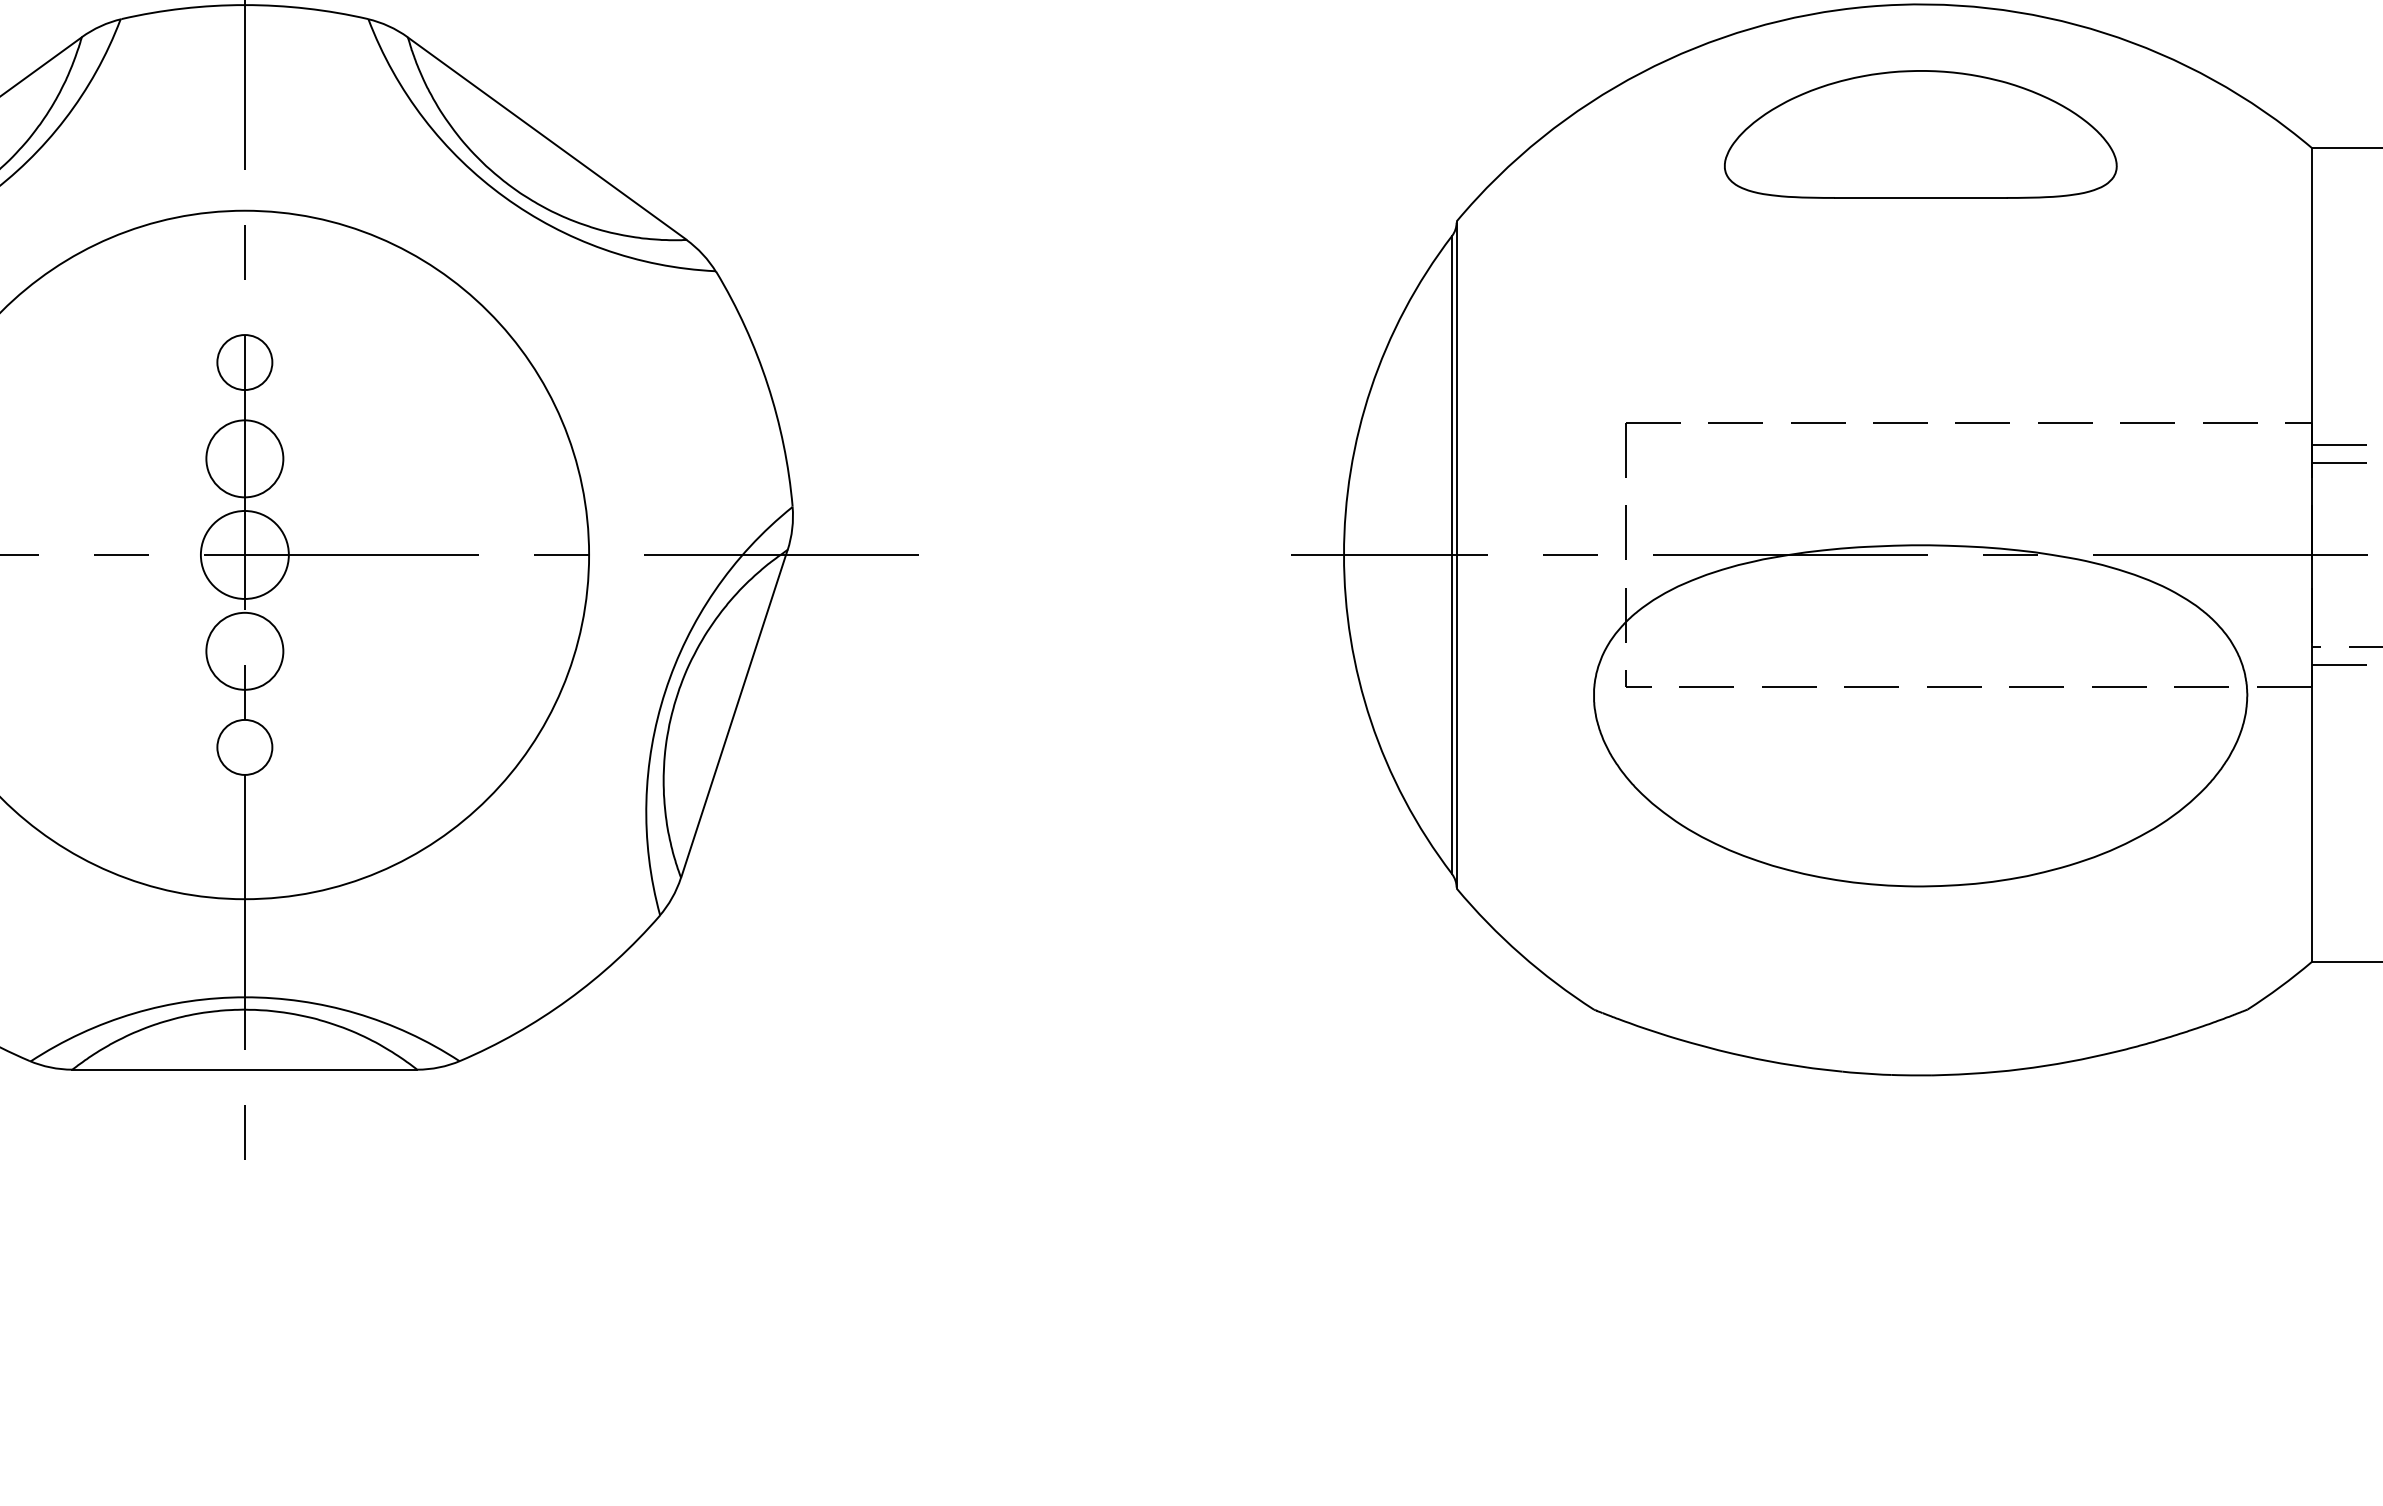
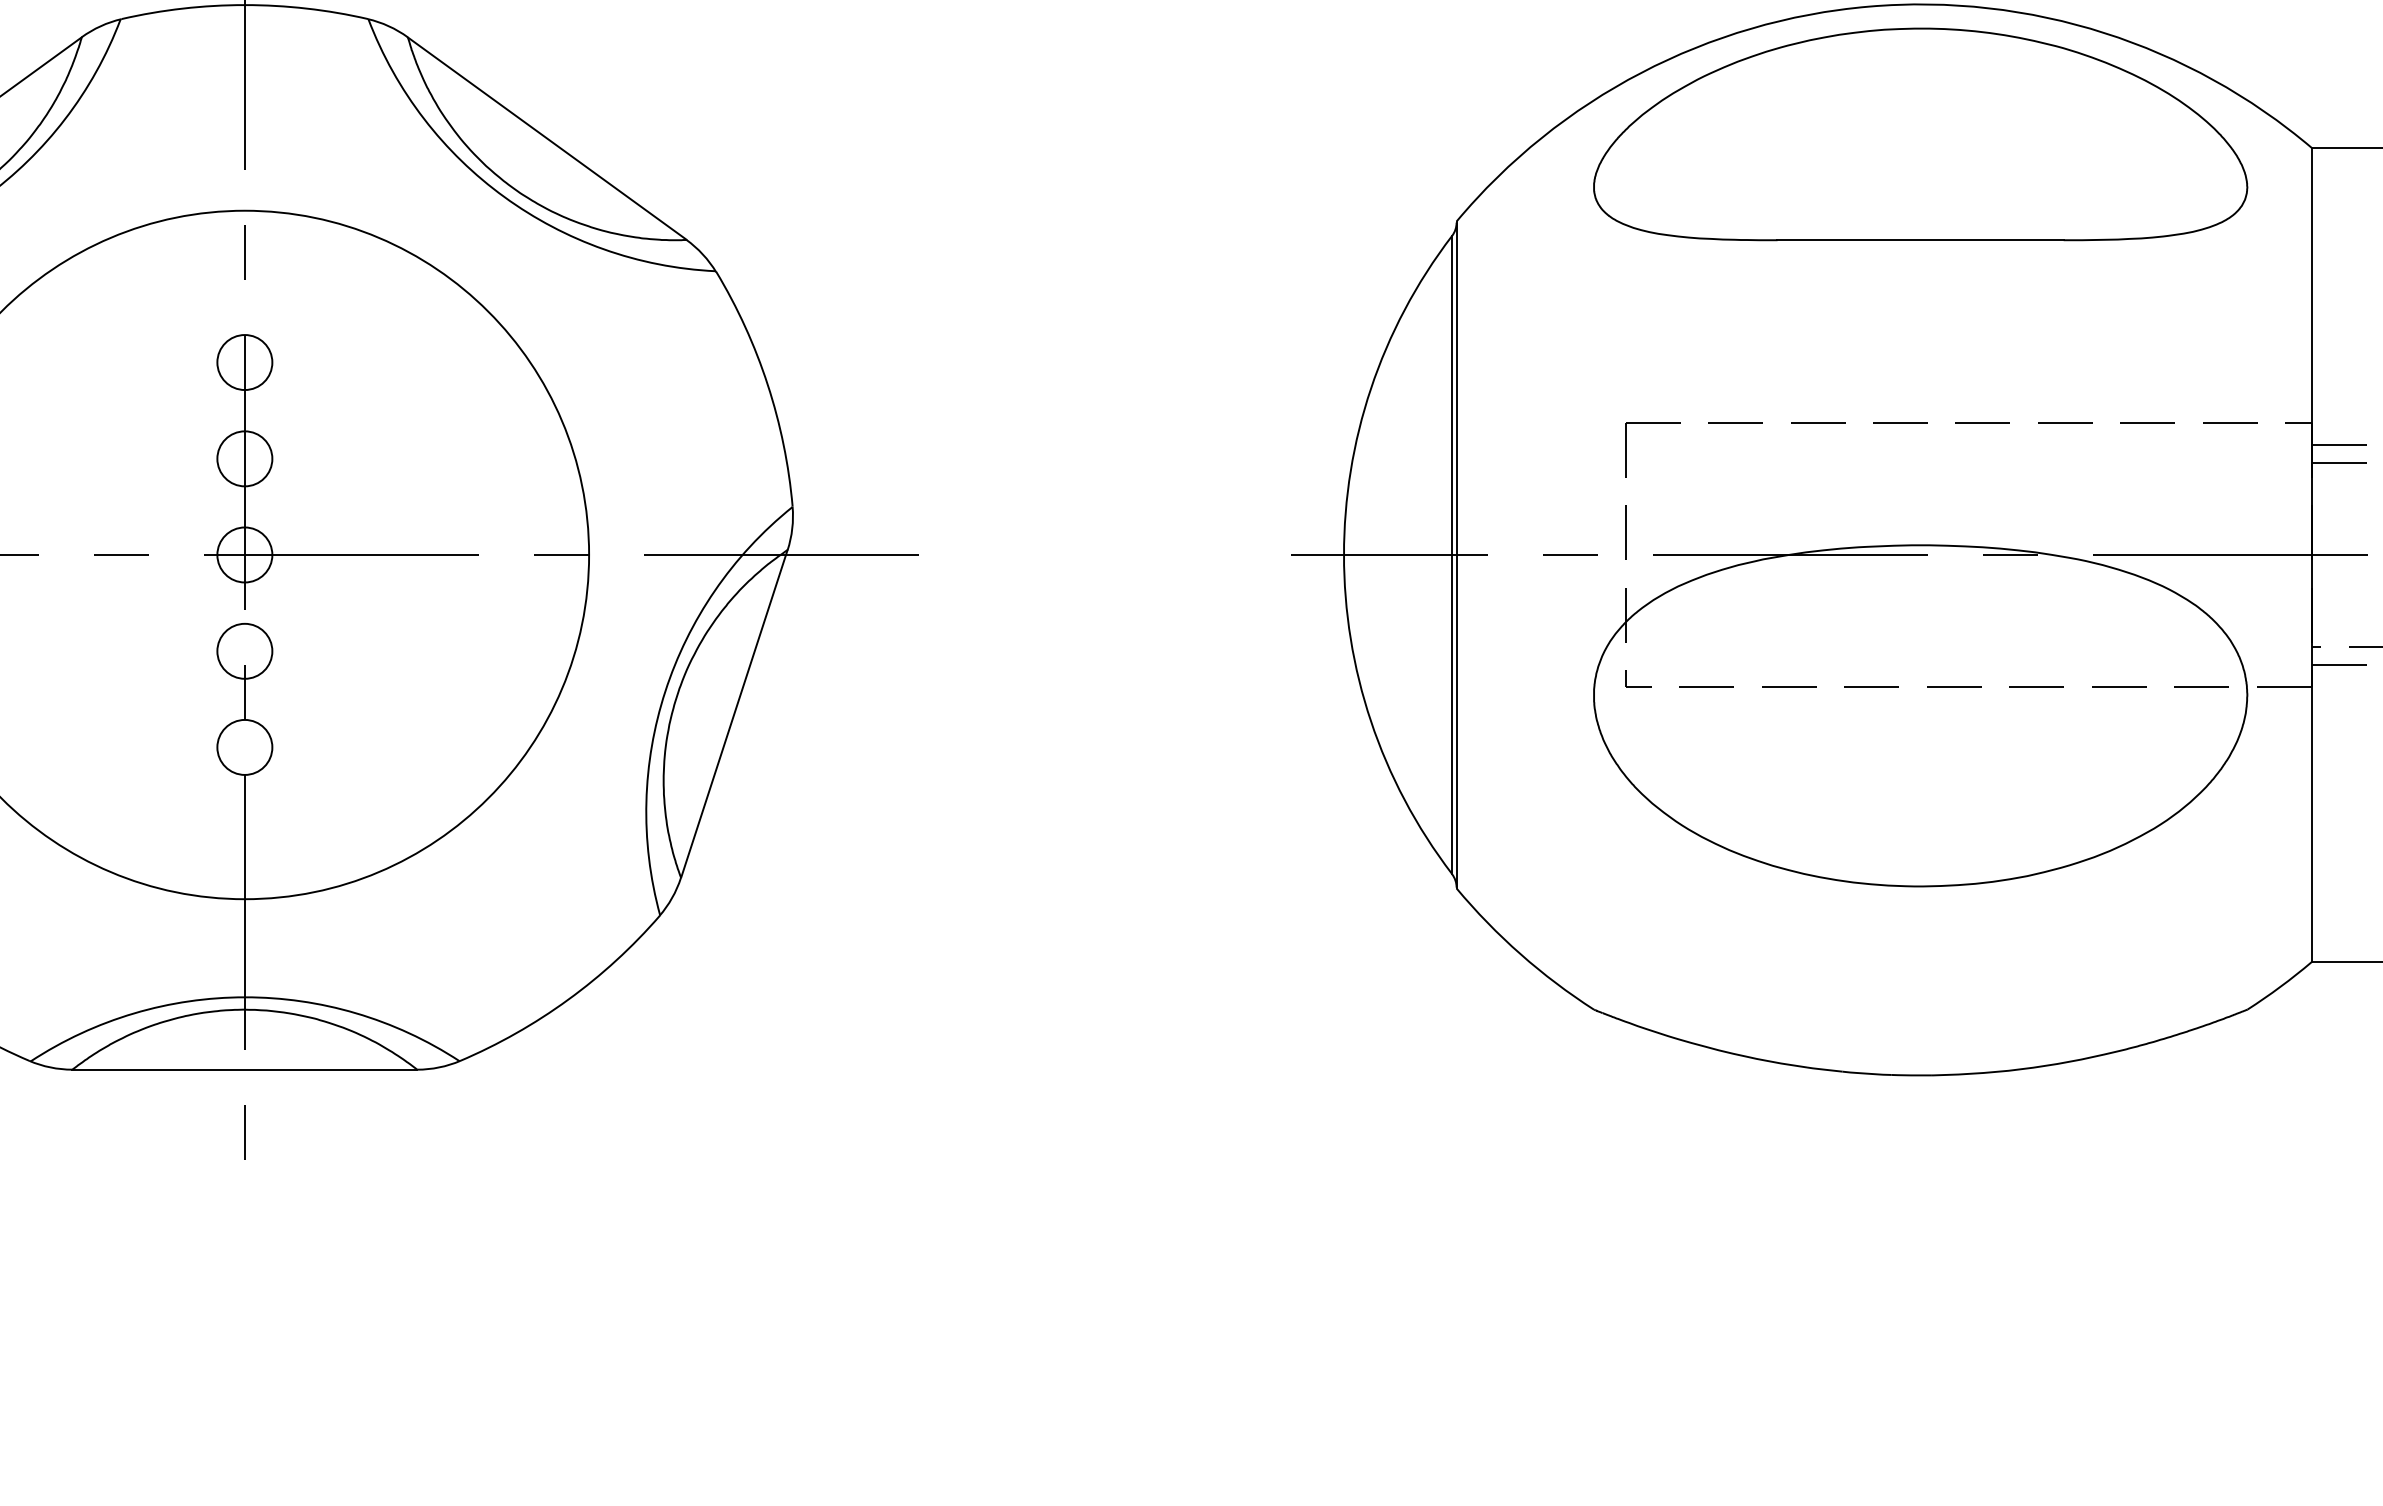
part at (1920, 134) size: 394x129 px -> 656x215 px
circle at (244, 458) diameter: 77 px -> 55 px
circle at (244, 554) diameter: 88 px -> 55 px
circle at (244, 650) diameter: 77 px -> 55 px
